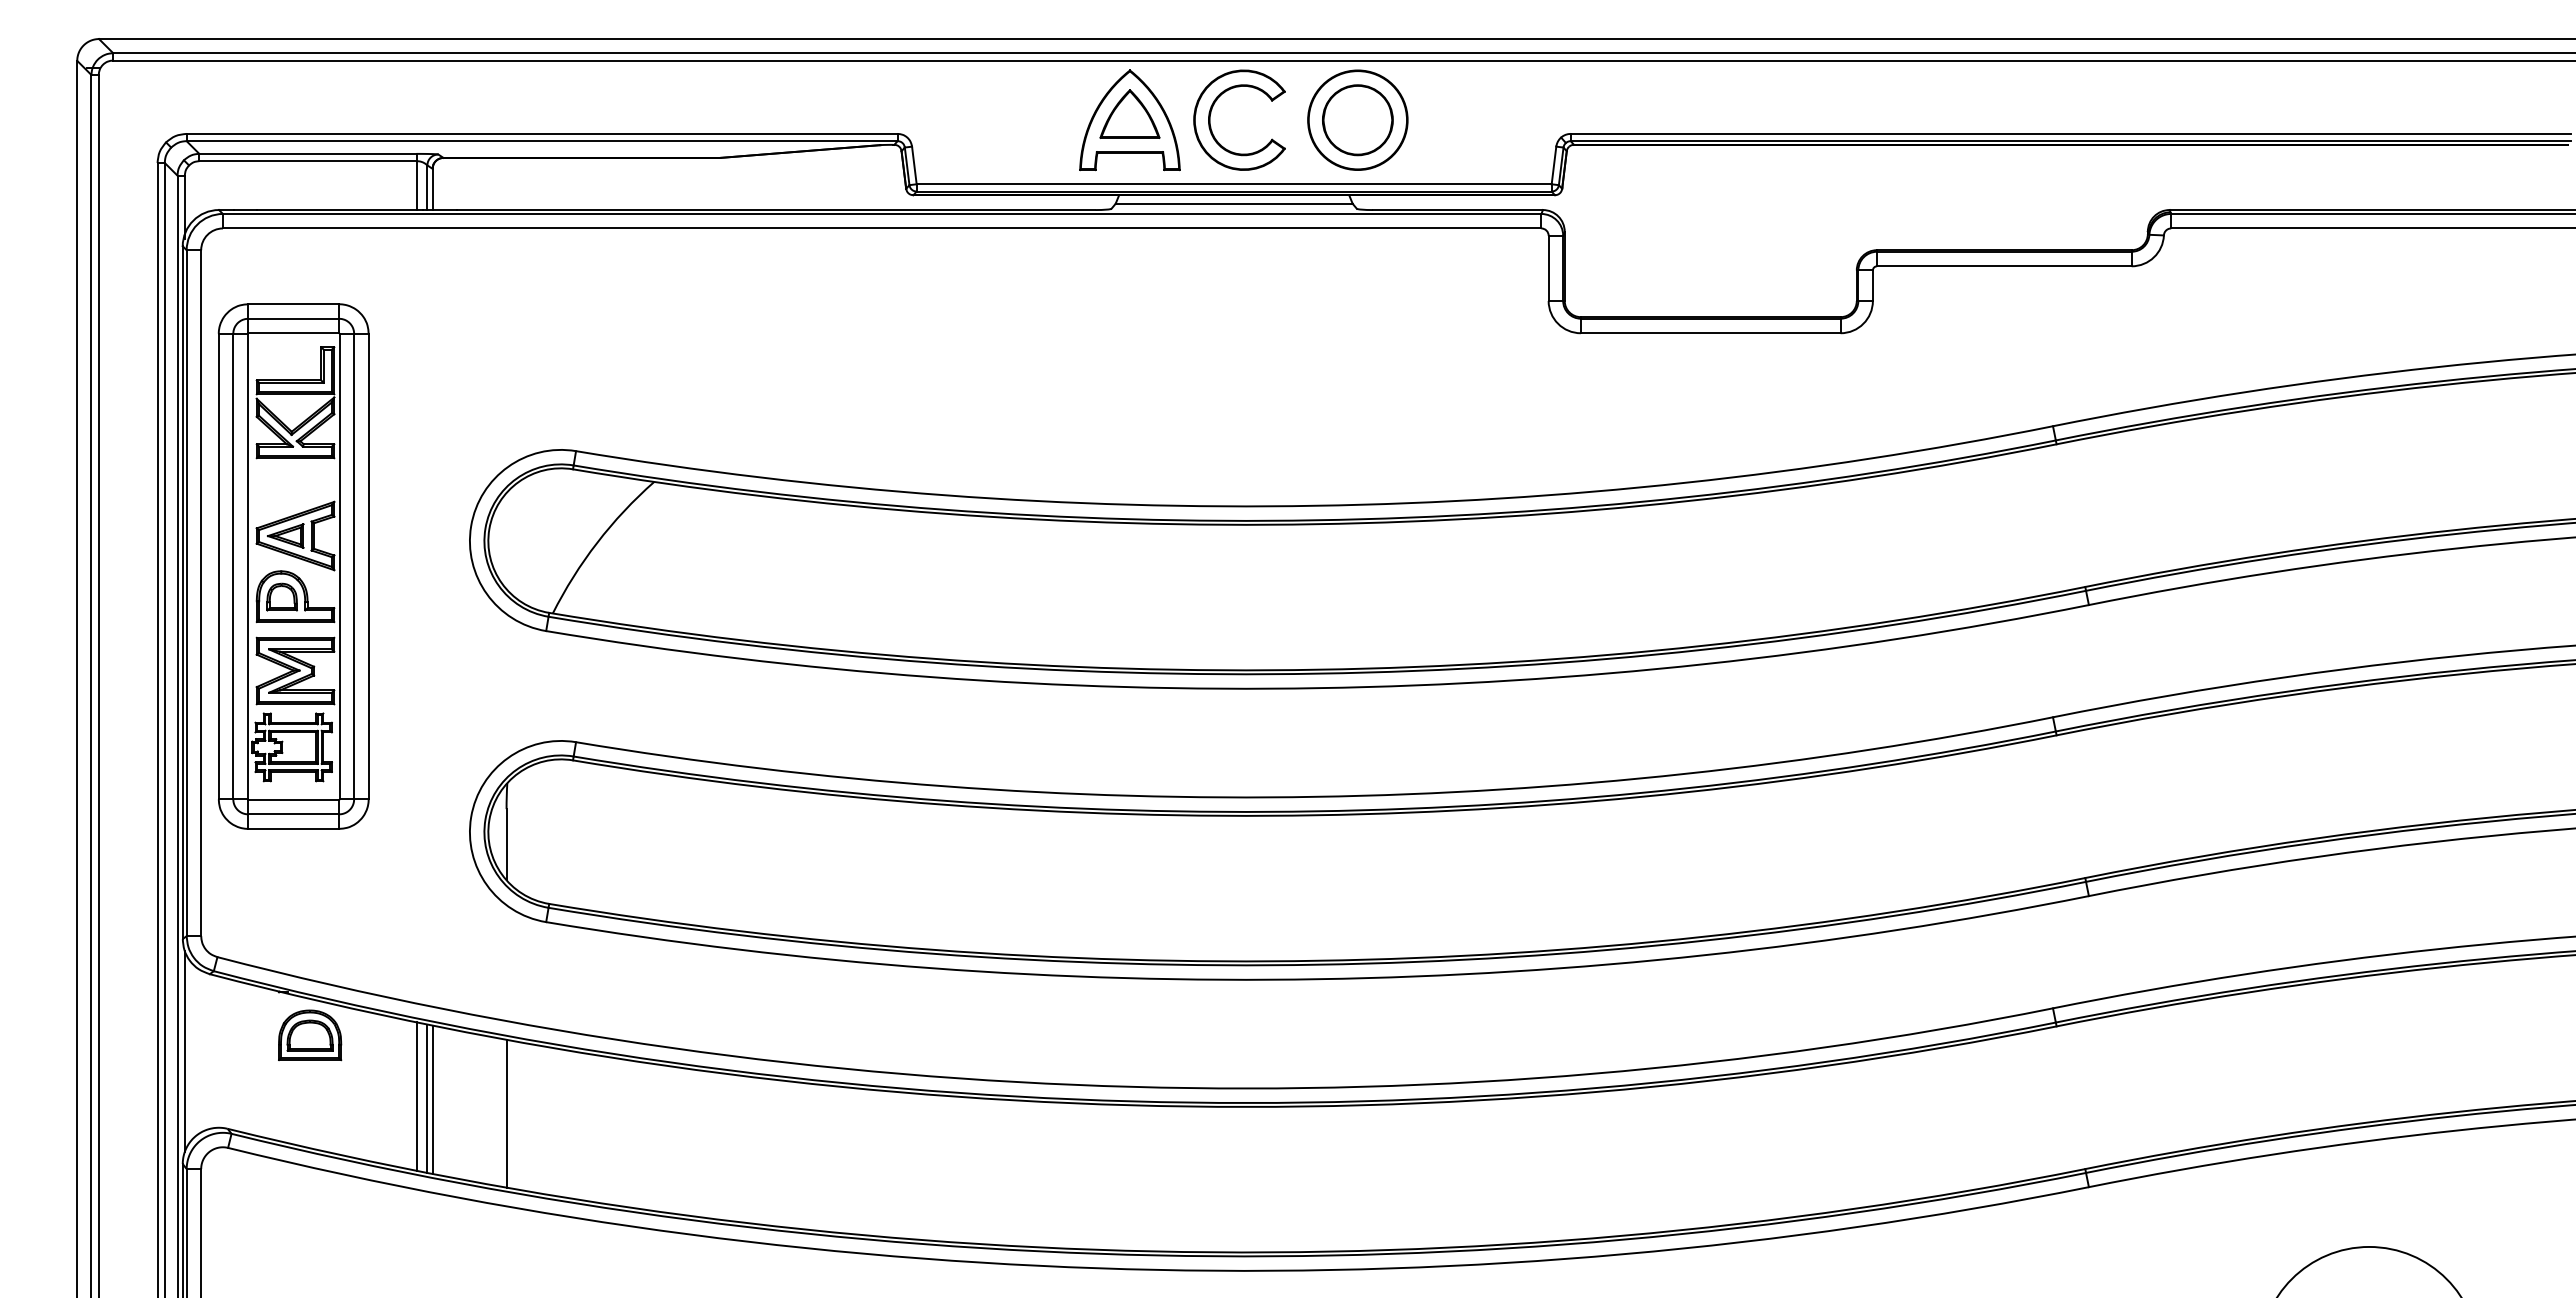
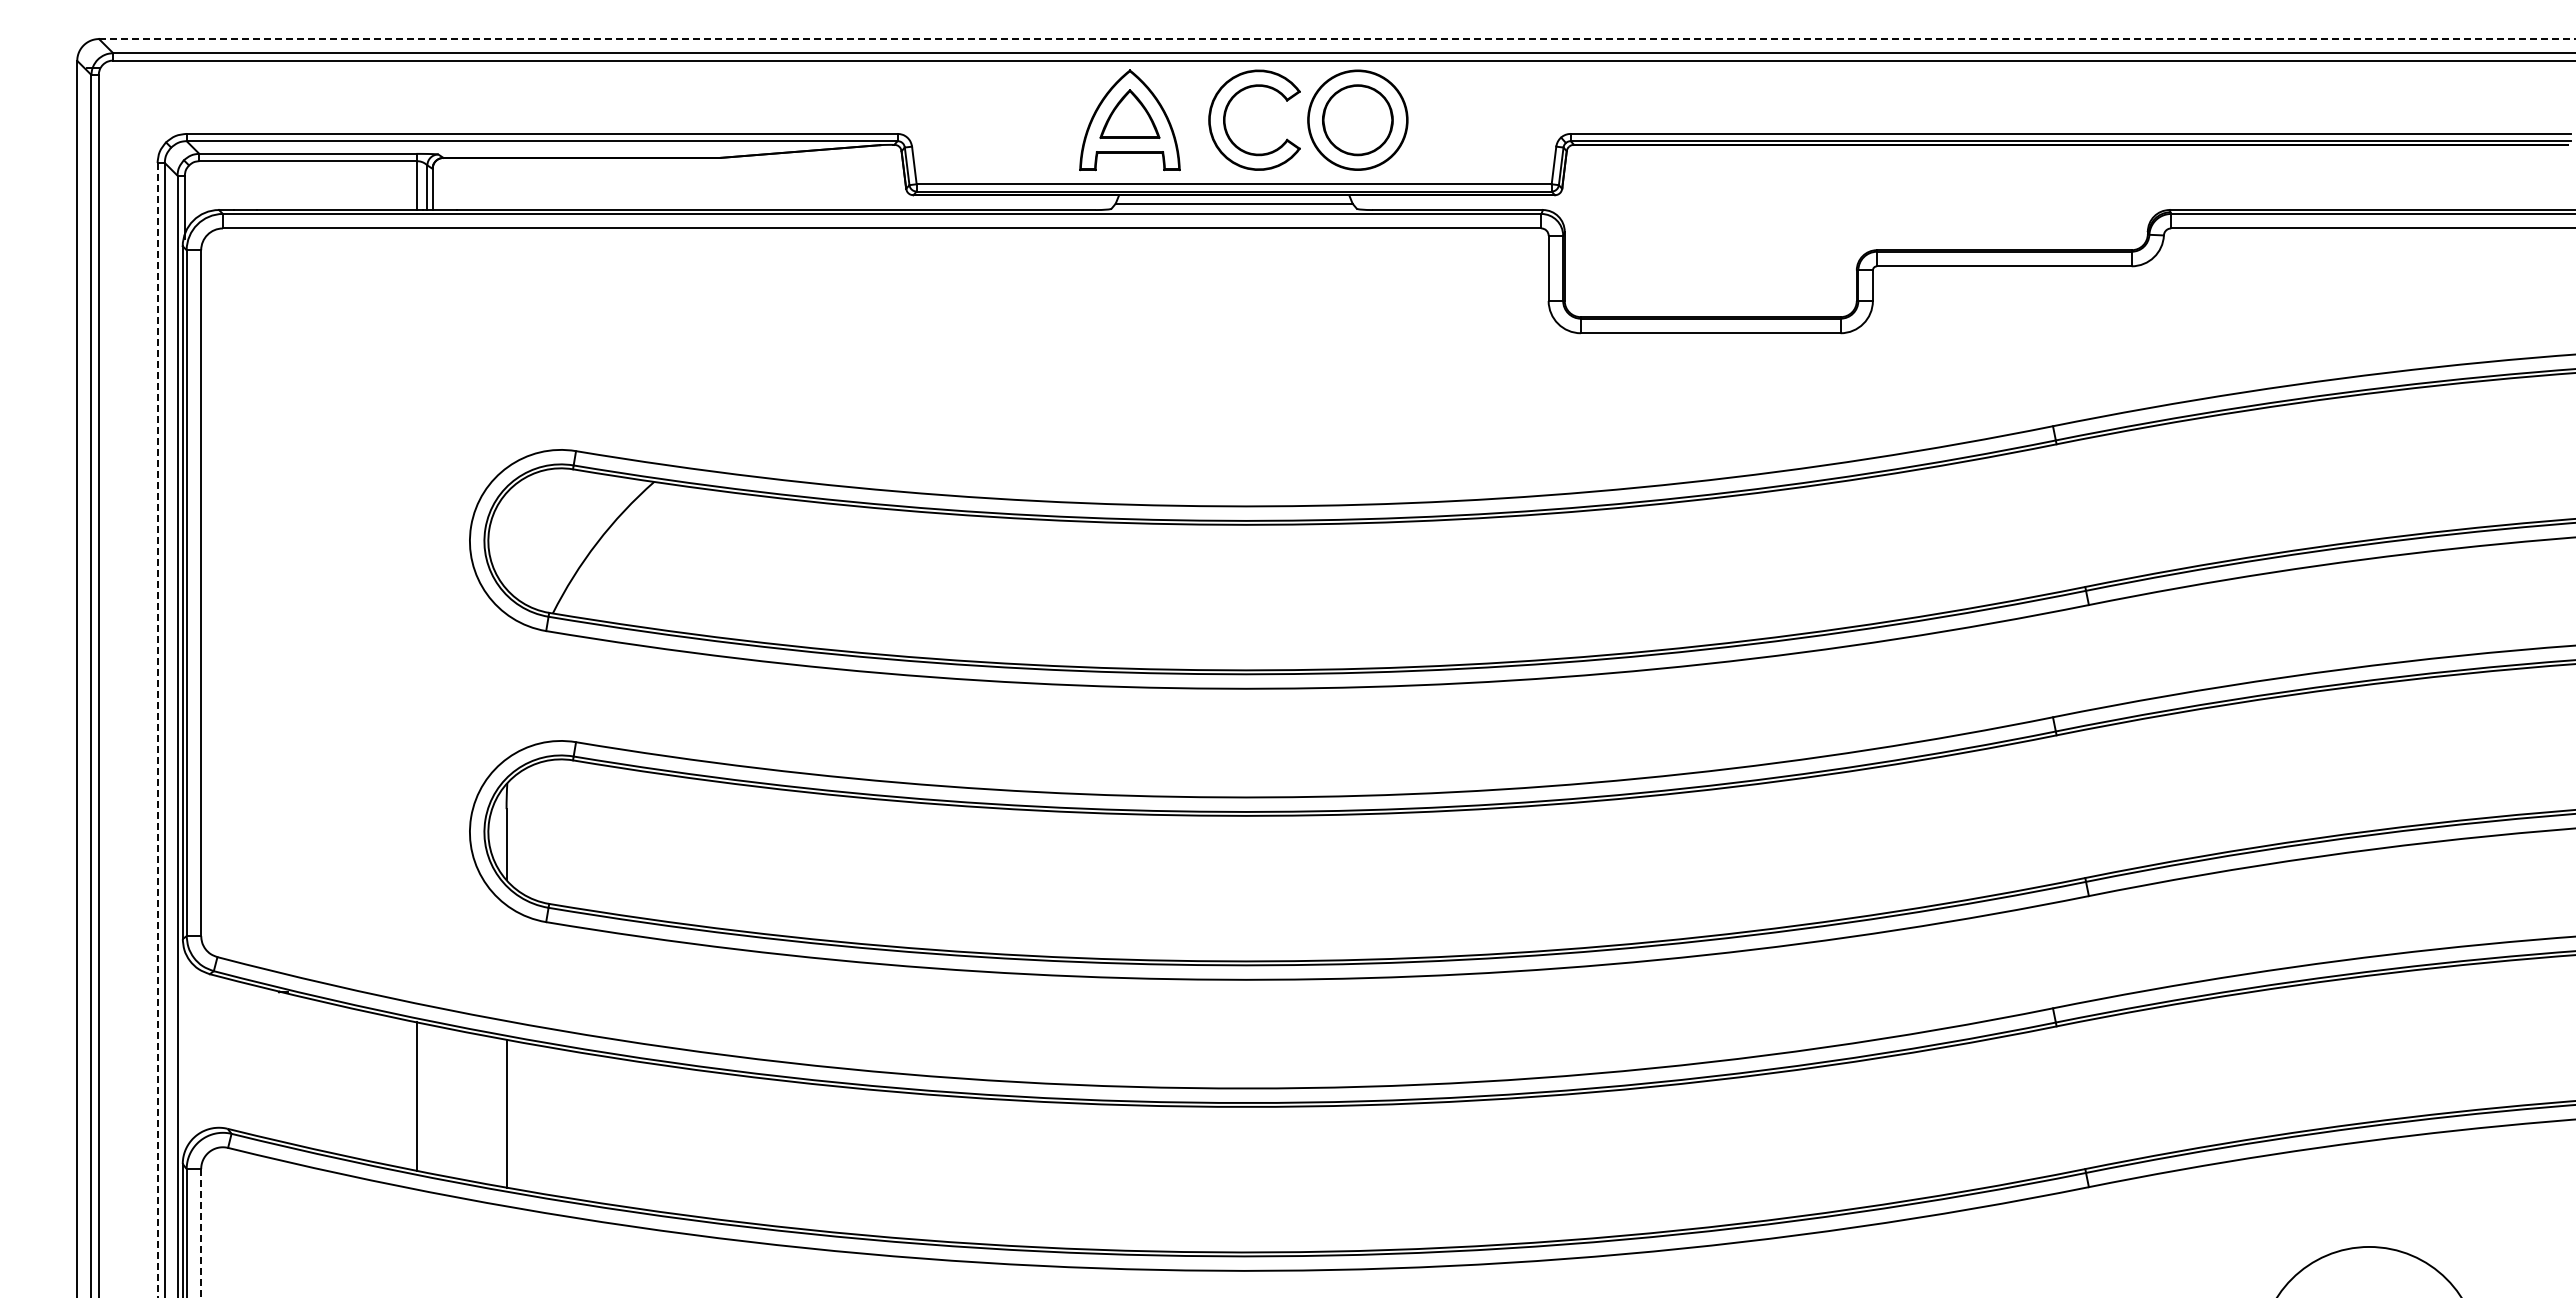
line at (1338, 39): solid -> dashed
part at (1211, 113) position: (1211, 113) -> (1226, 113)
part at (293, 566): present -> none
line at (157, 730): solid -> dashed
part at (310, 1035): present -> none
line at (184, 1050): present -> none
line at (427, 1098): present -> none
line at (432, 1099): present -> none
line at (201, 1233): solid -> dashed
